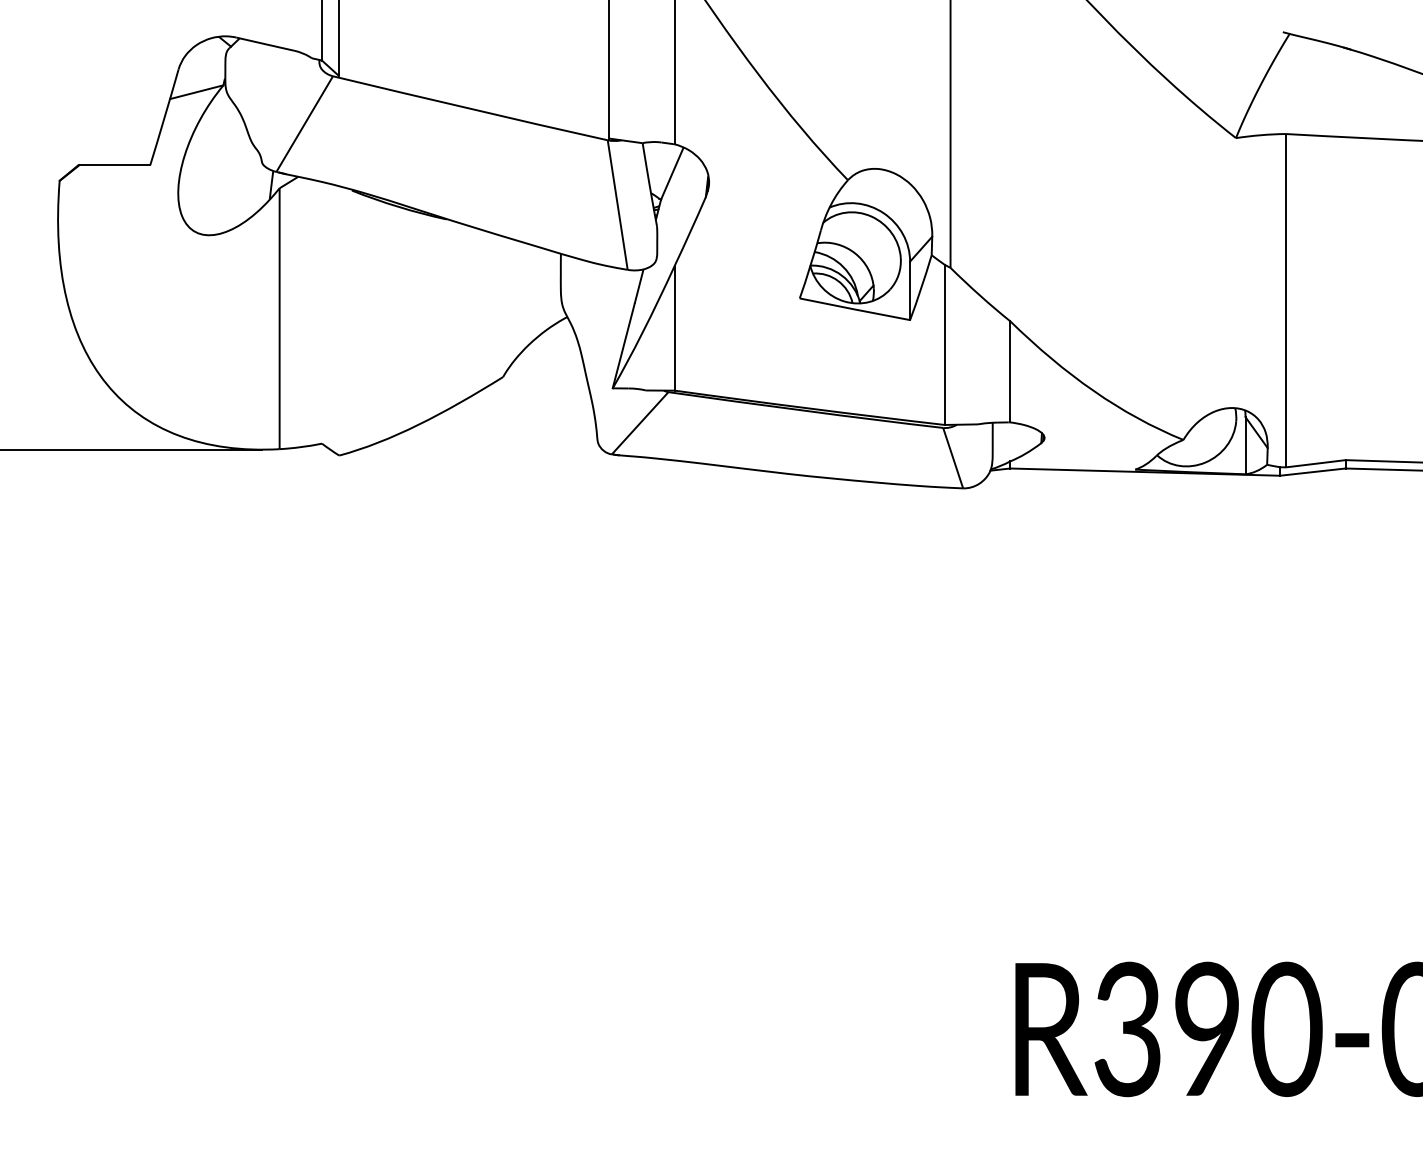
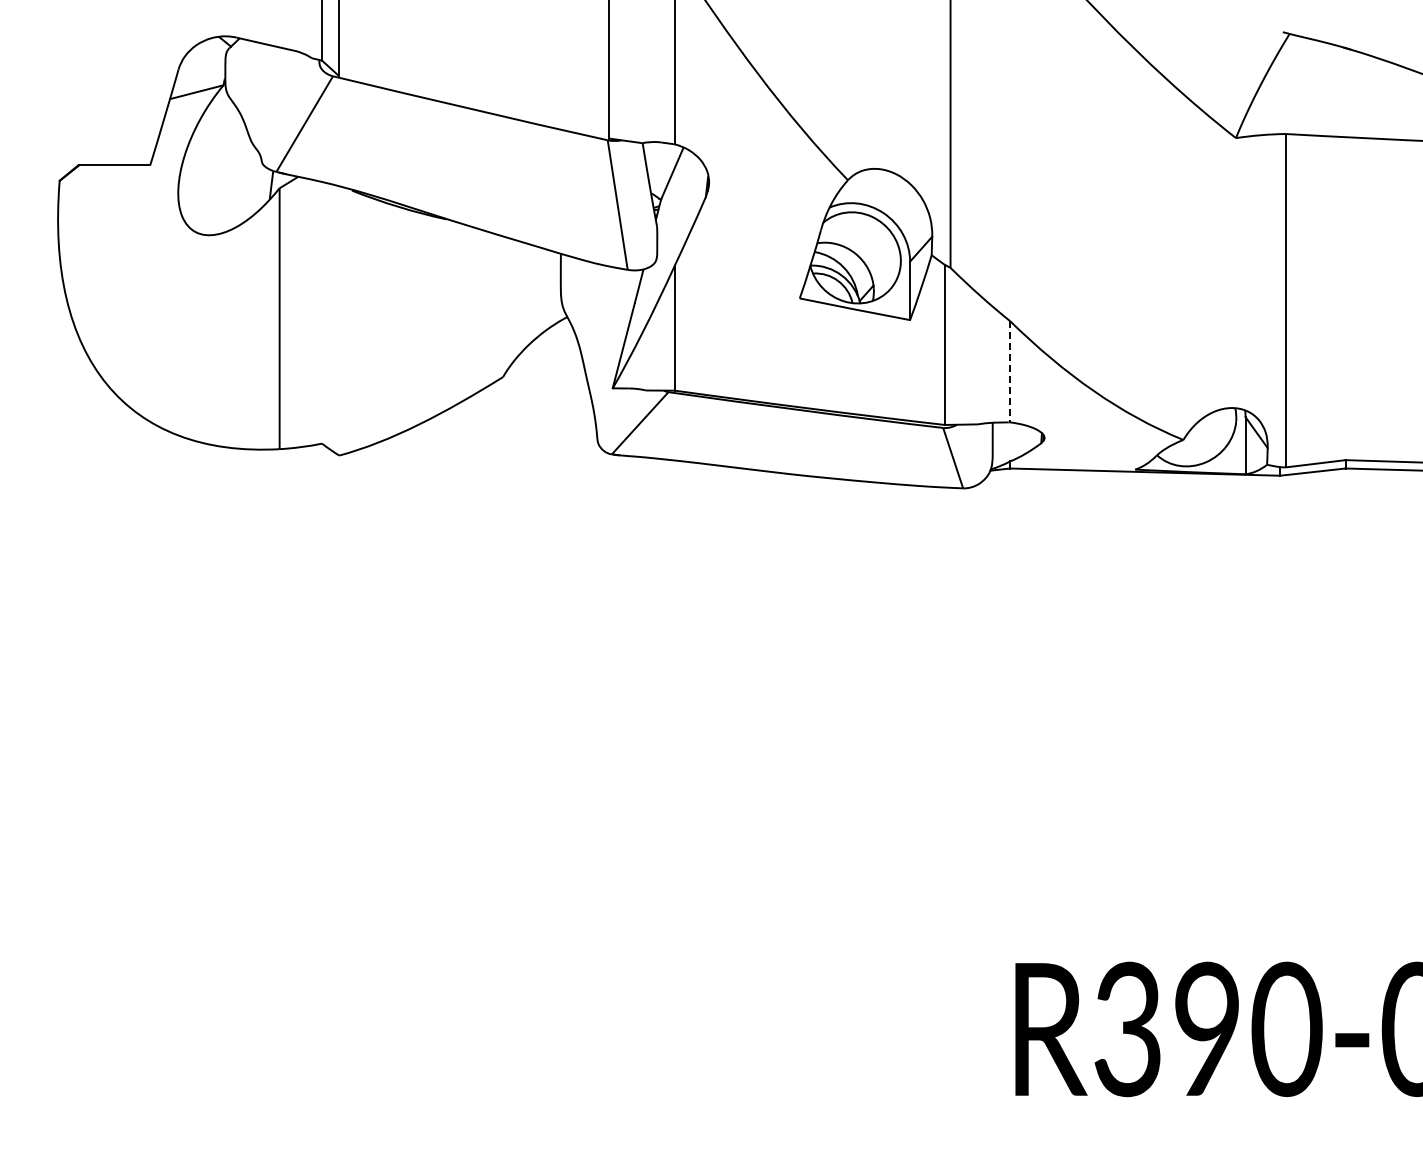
line at (1010, 371): solid -> dashed
line at (132, 449): present -> none
